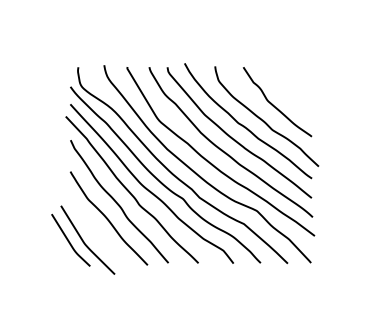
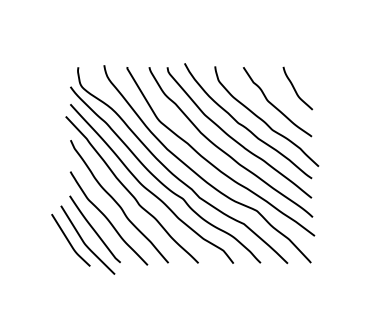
curve at (295, 88): none -> present
curve at (94, 228): none -> present
